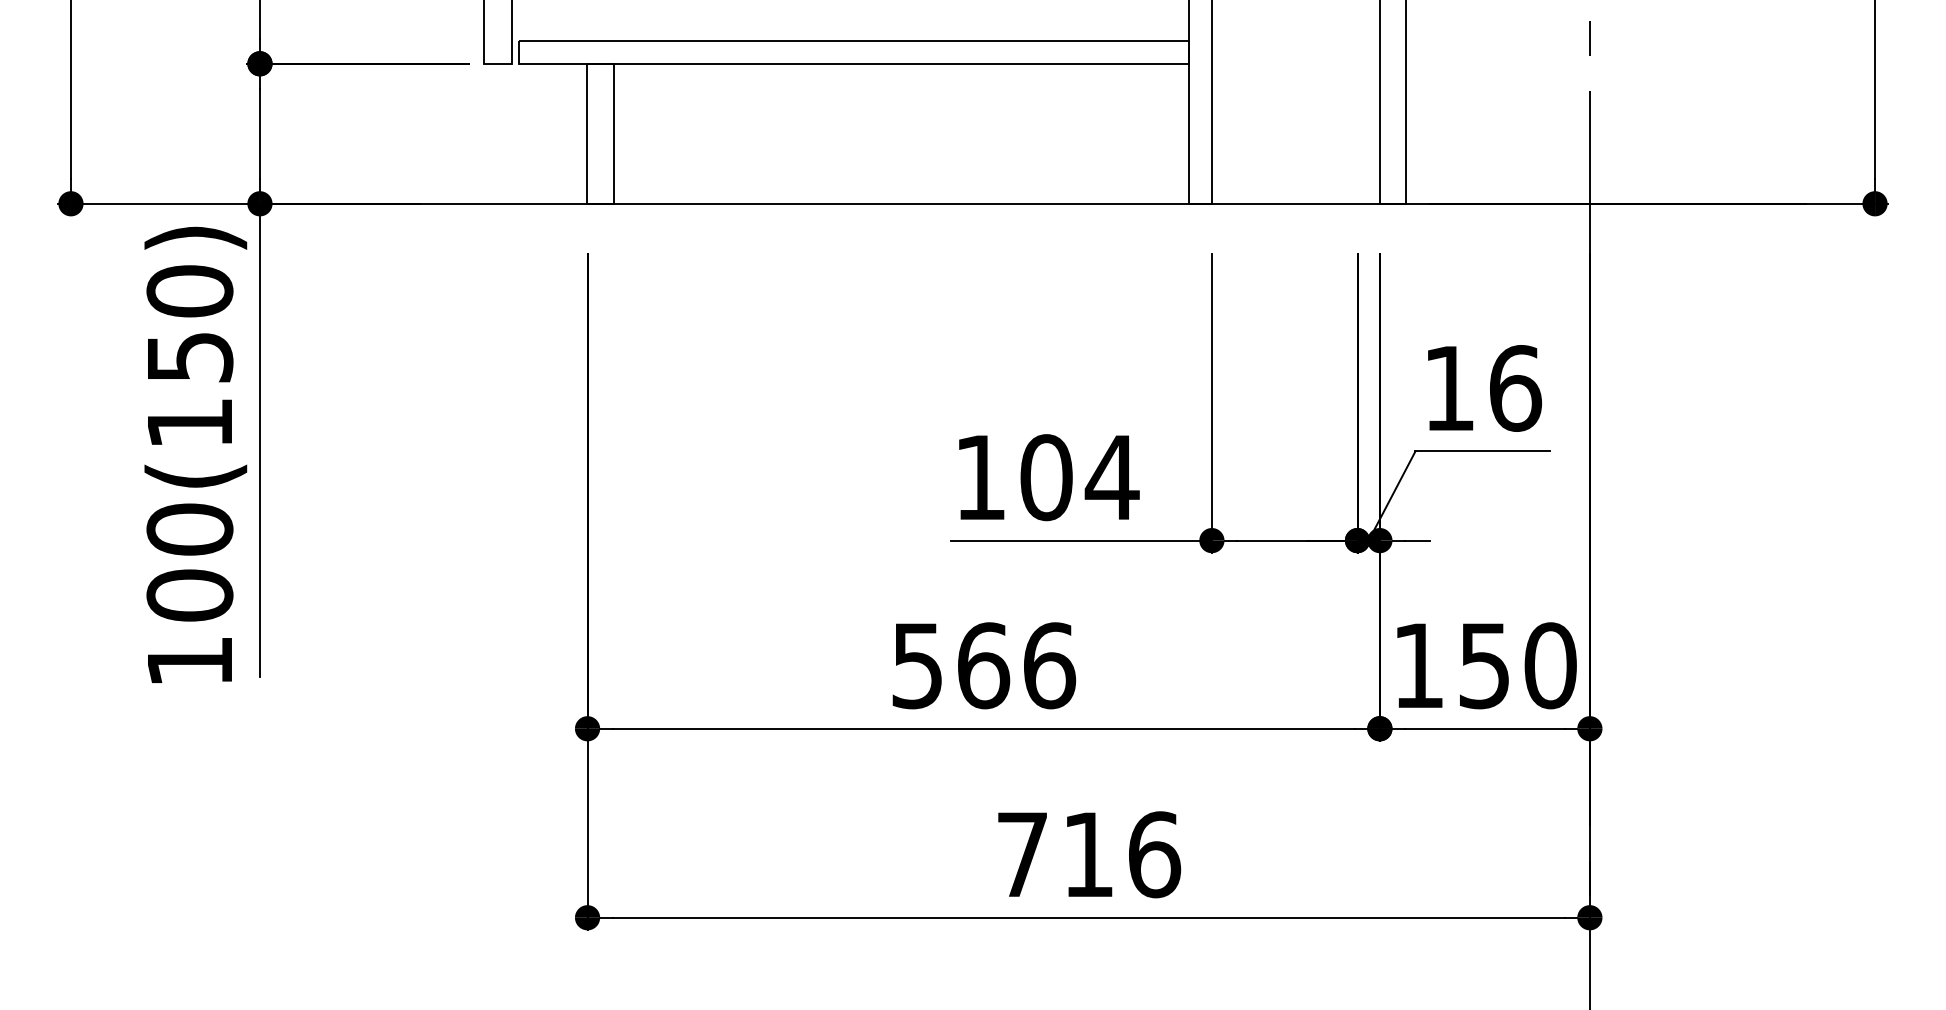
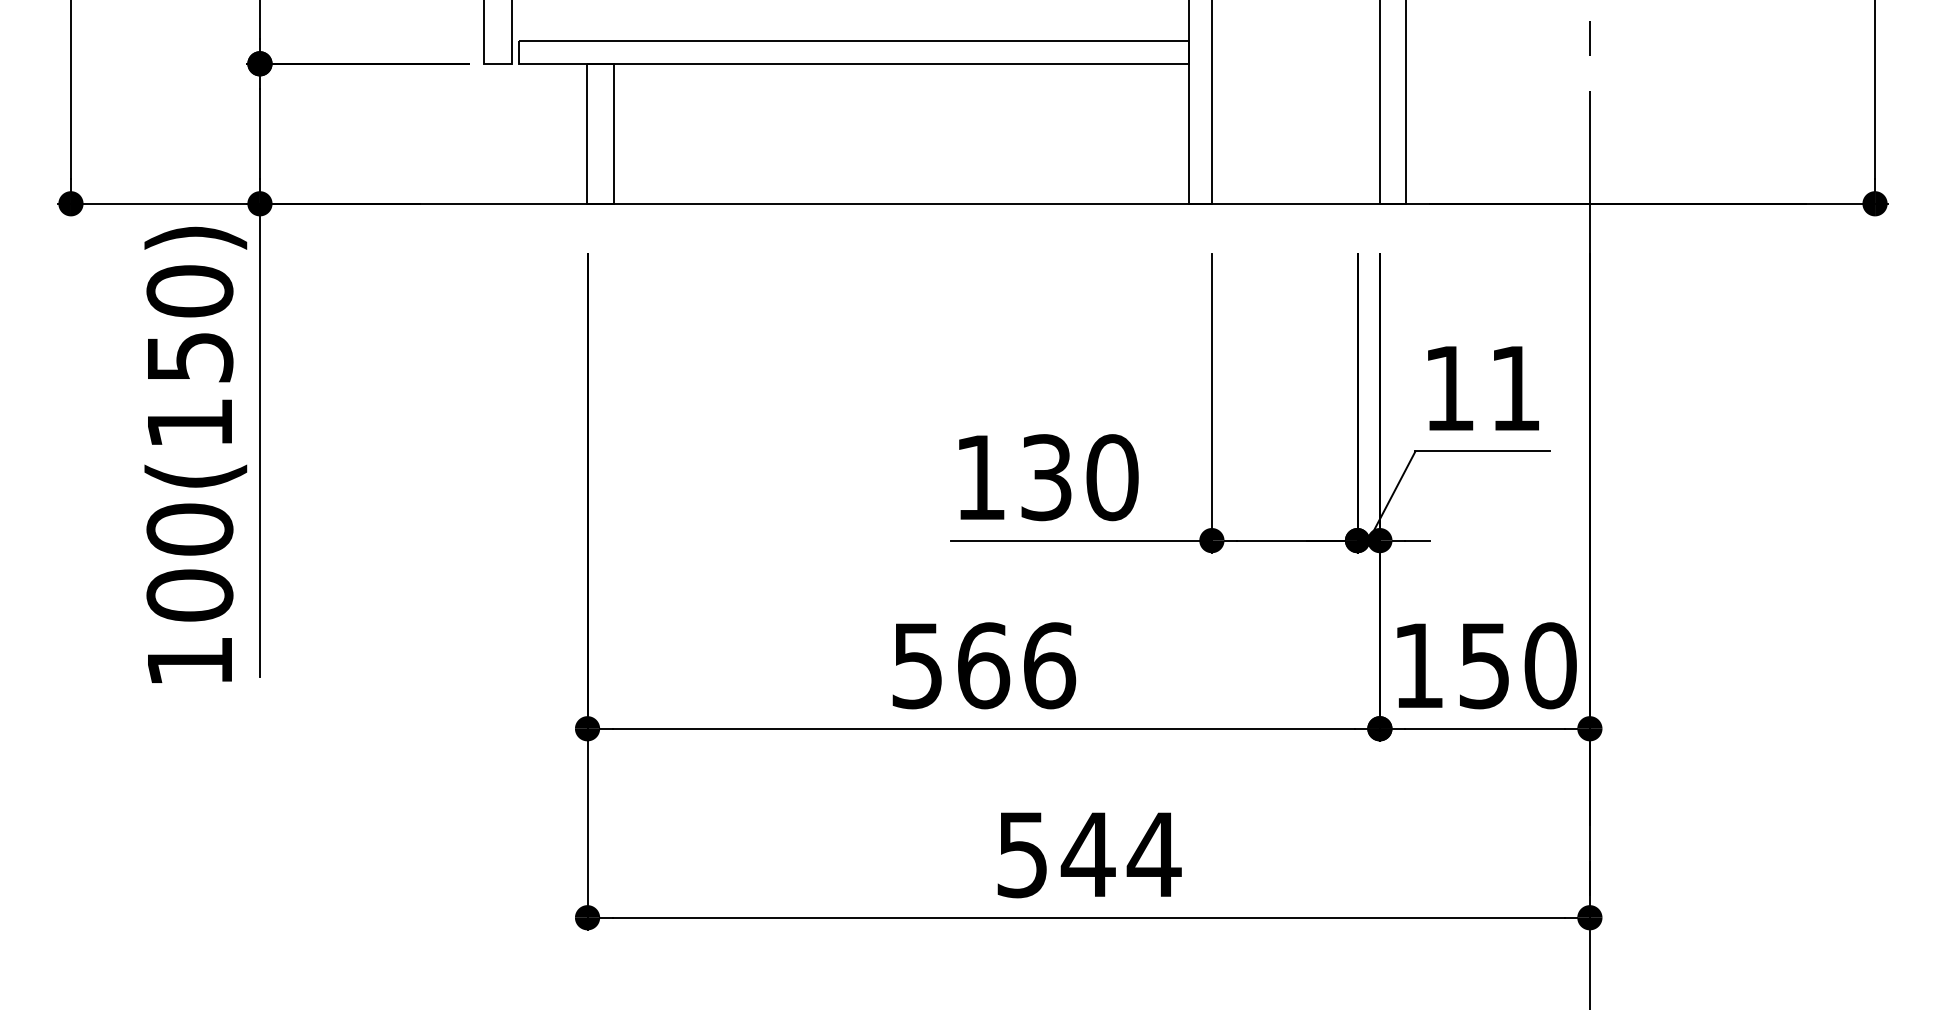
text at (1516, 388): 16 -> 11
text at (1079, 477): 104 -> 130
text at (1089, 854): 716 -> 544
